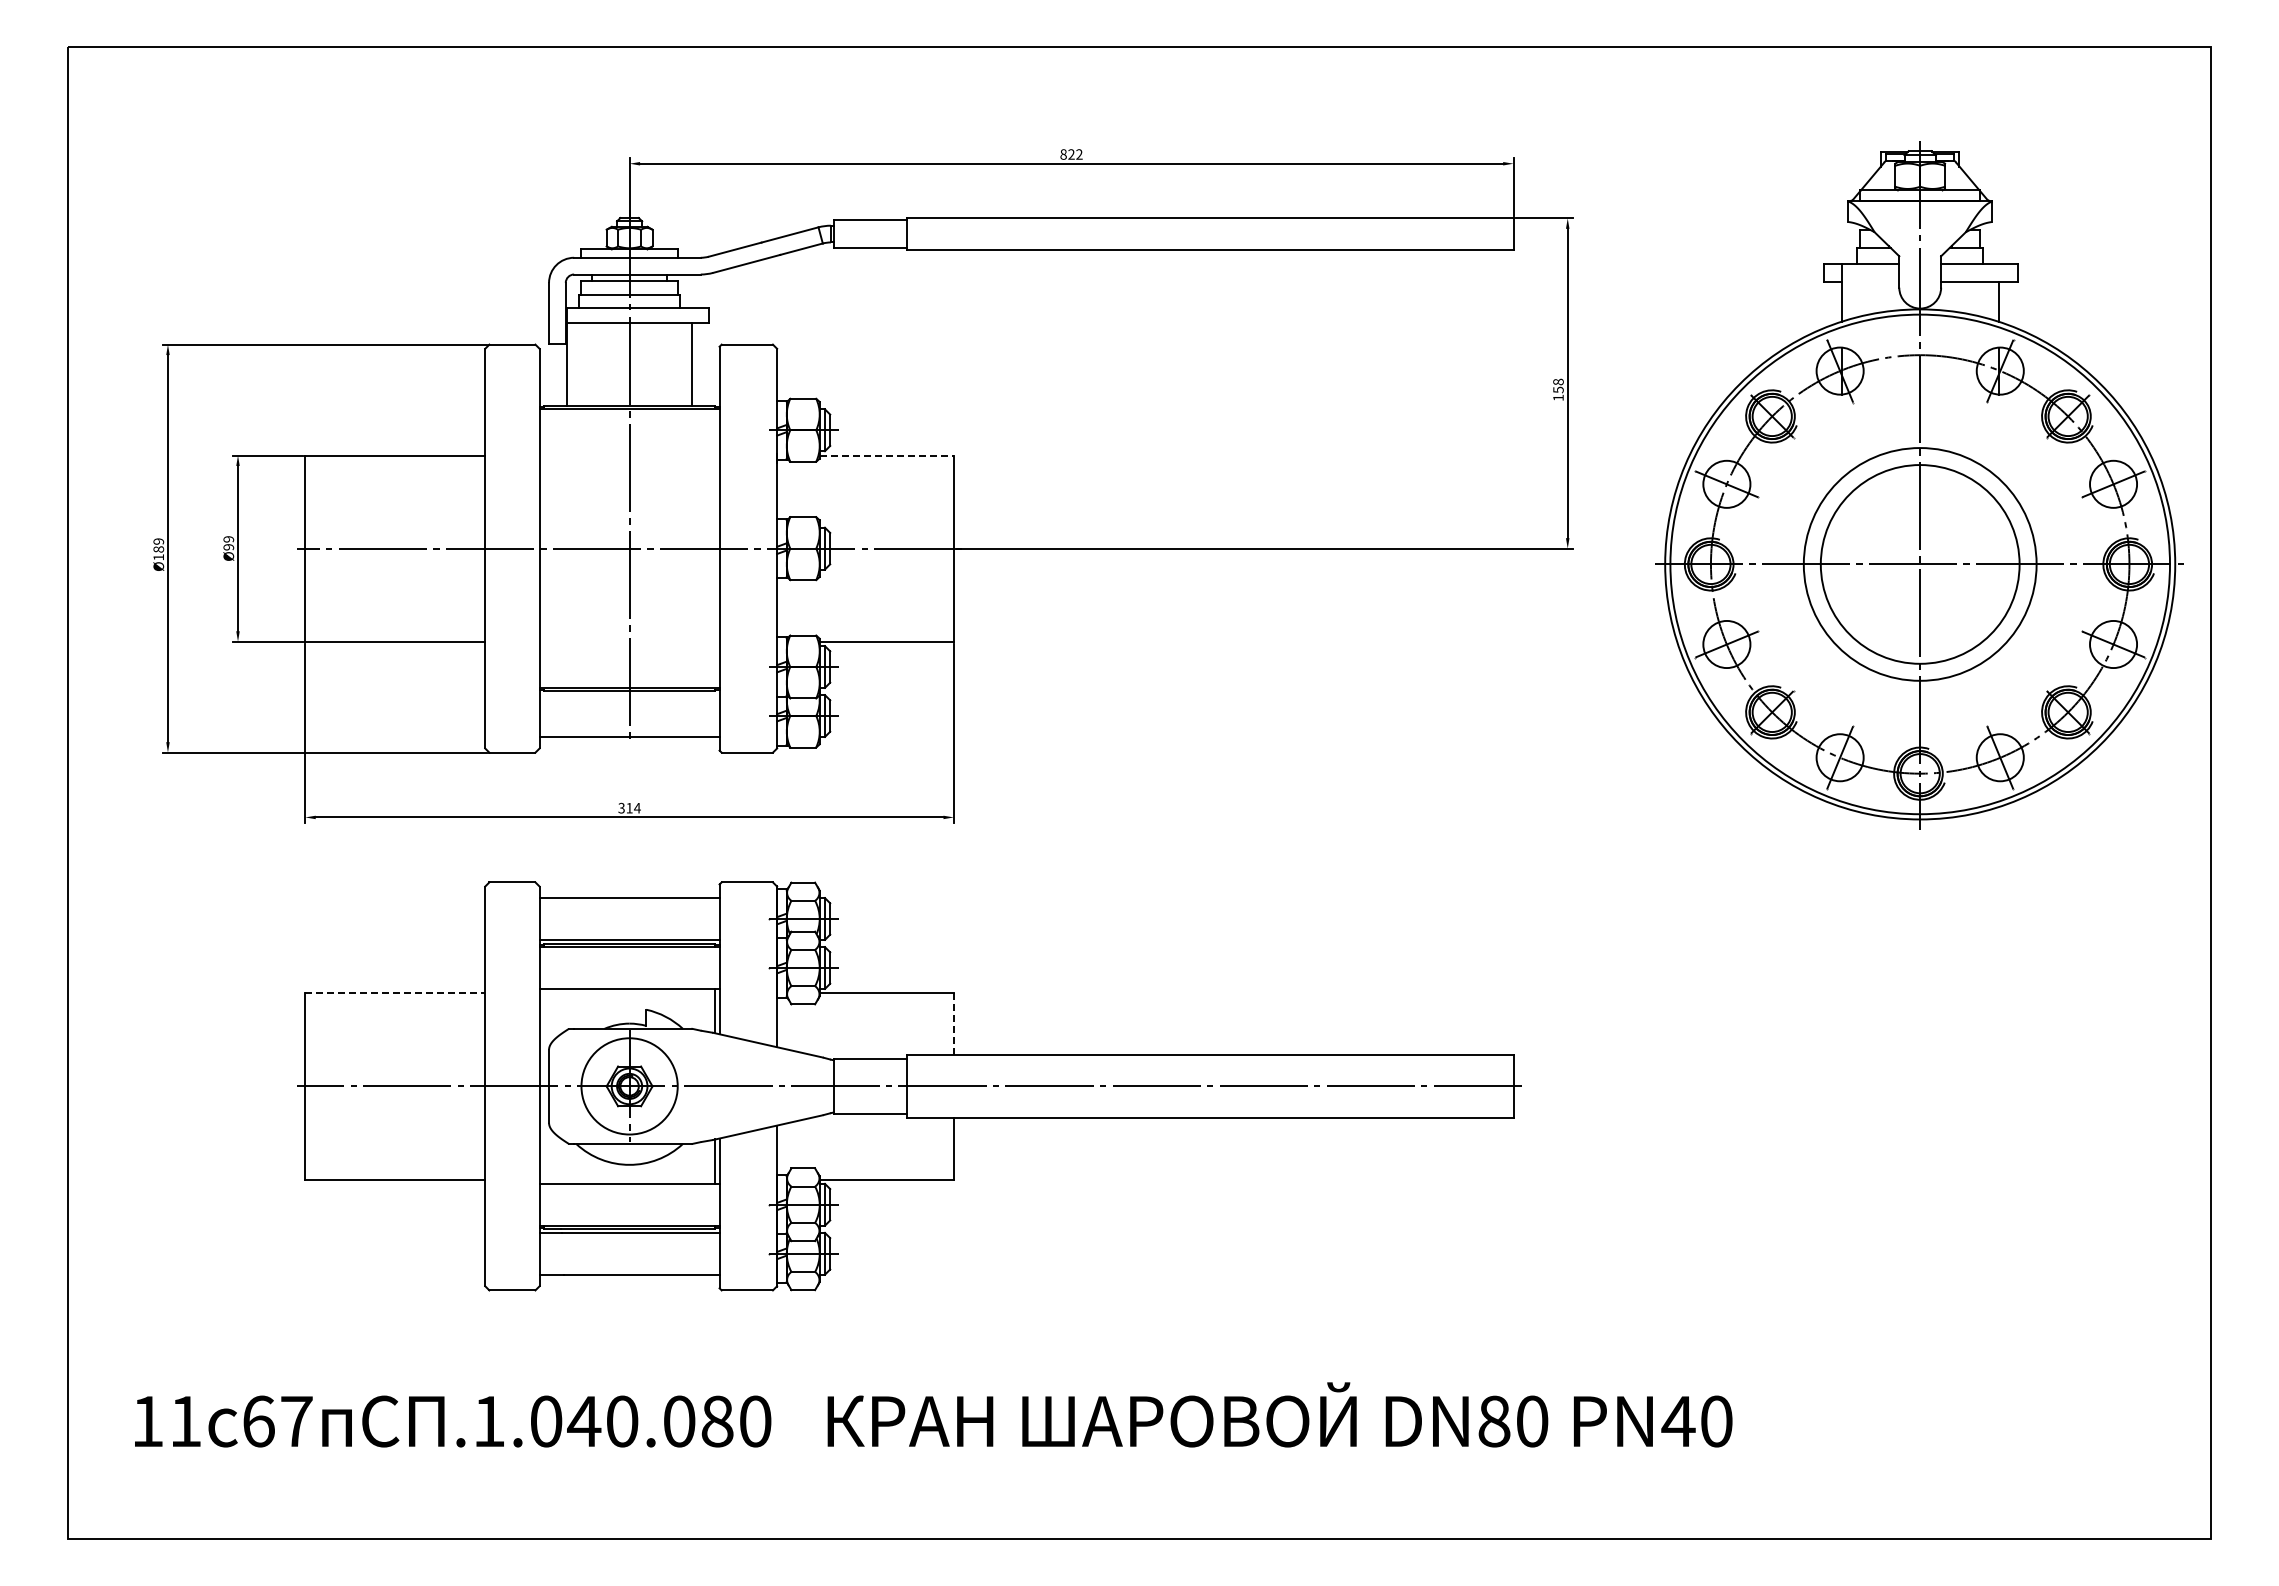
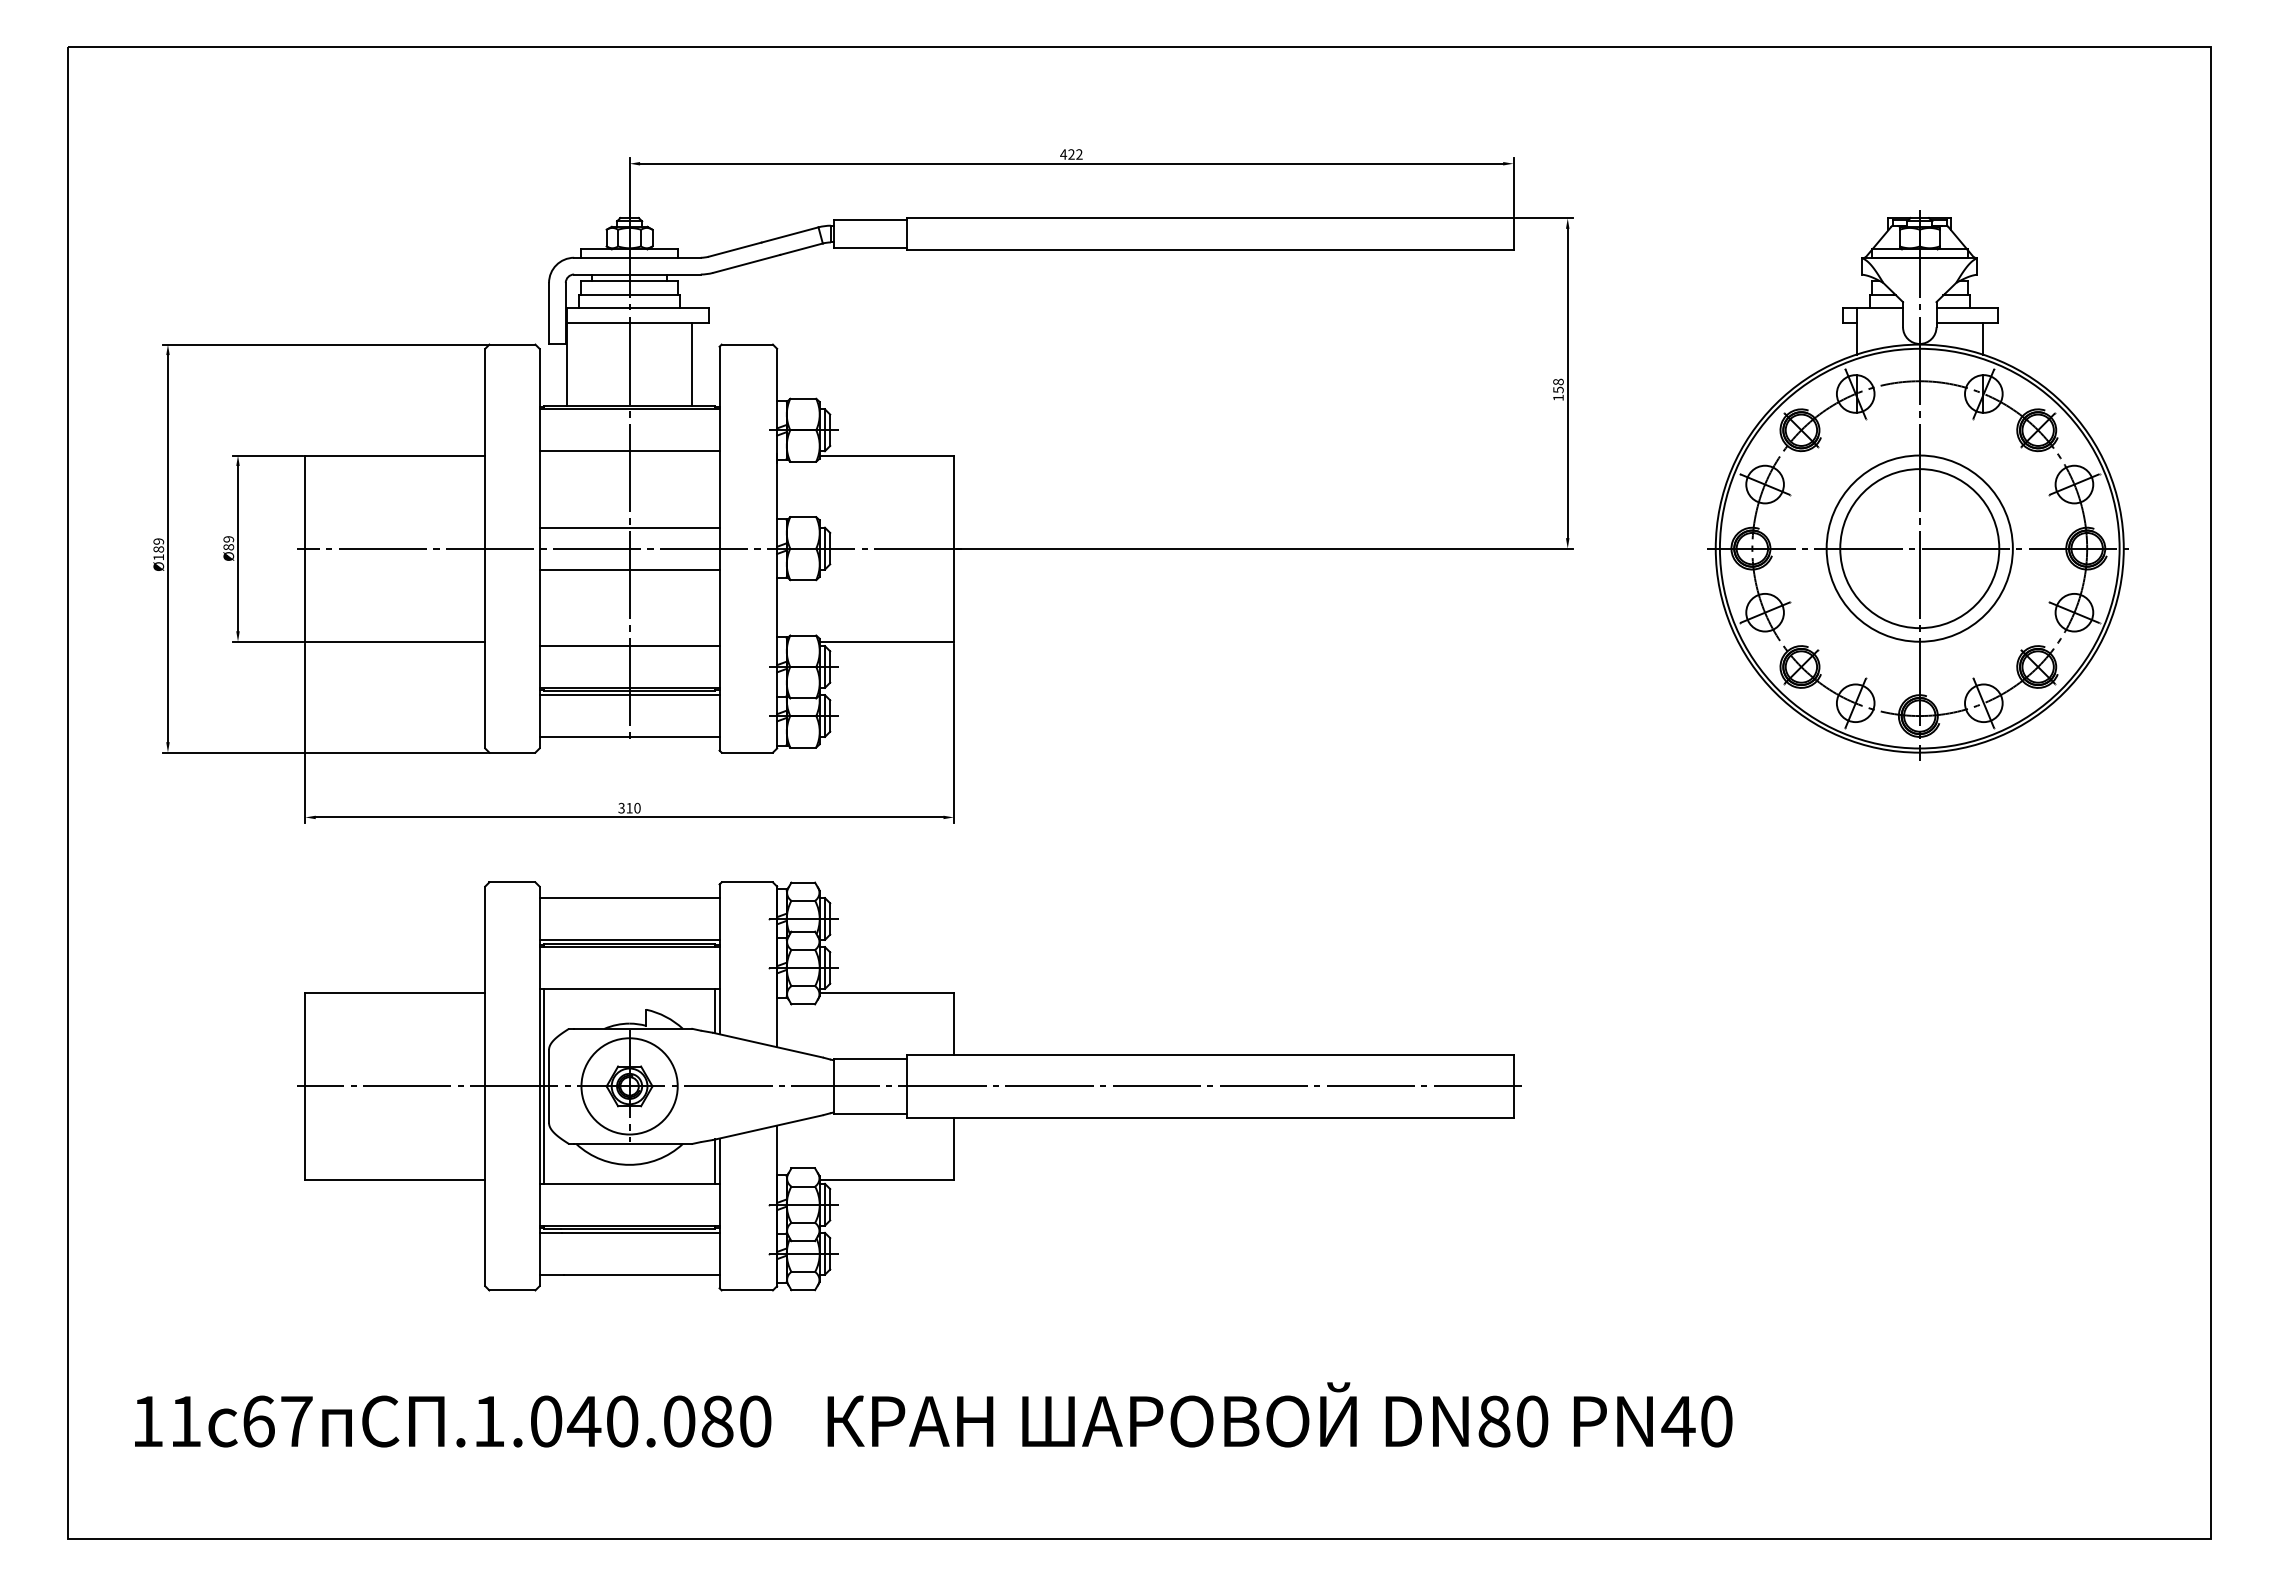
text at (1063, 154): 822 -> 422
line at (629, 451): none -> present
line at (887, 455): dashed -> solid
part at (1919, 485) size: 529x689 px -> 422x551 px
line at (629, 527): none -> present
text at (228, 547): Ø99 -> Ø89
line at (629, 569): none -> present
line at (629, 646): none -> present
line at (629, 695): none -> present
text at (637, 807): 314 -> 310
line at (395, 993): dashed -> solid
line at (953, 1024): dashed -> solid
line at (543, 1085): none -> present
